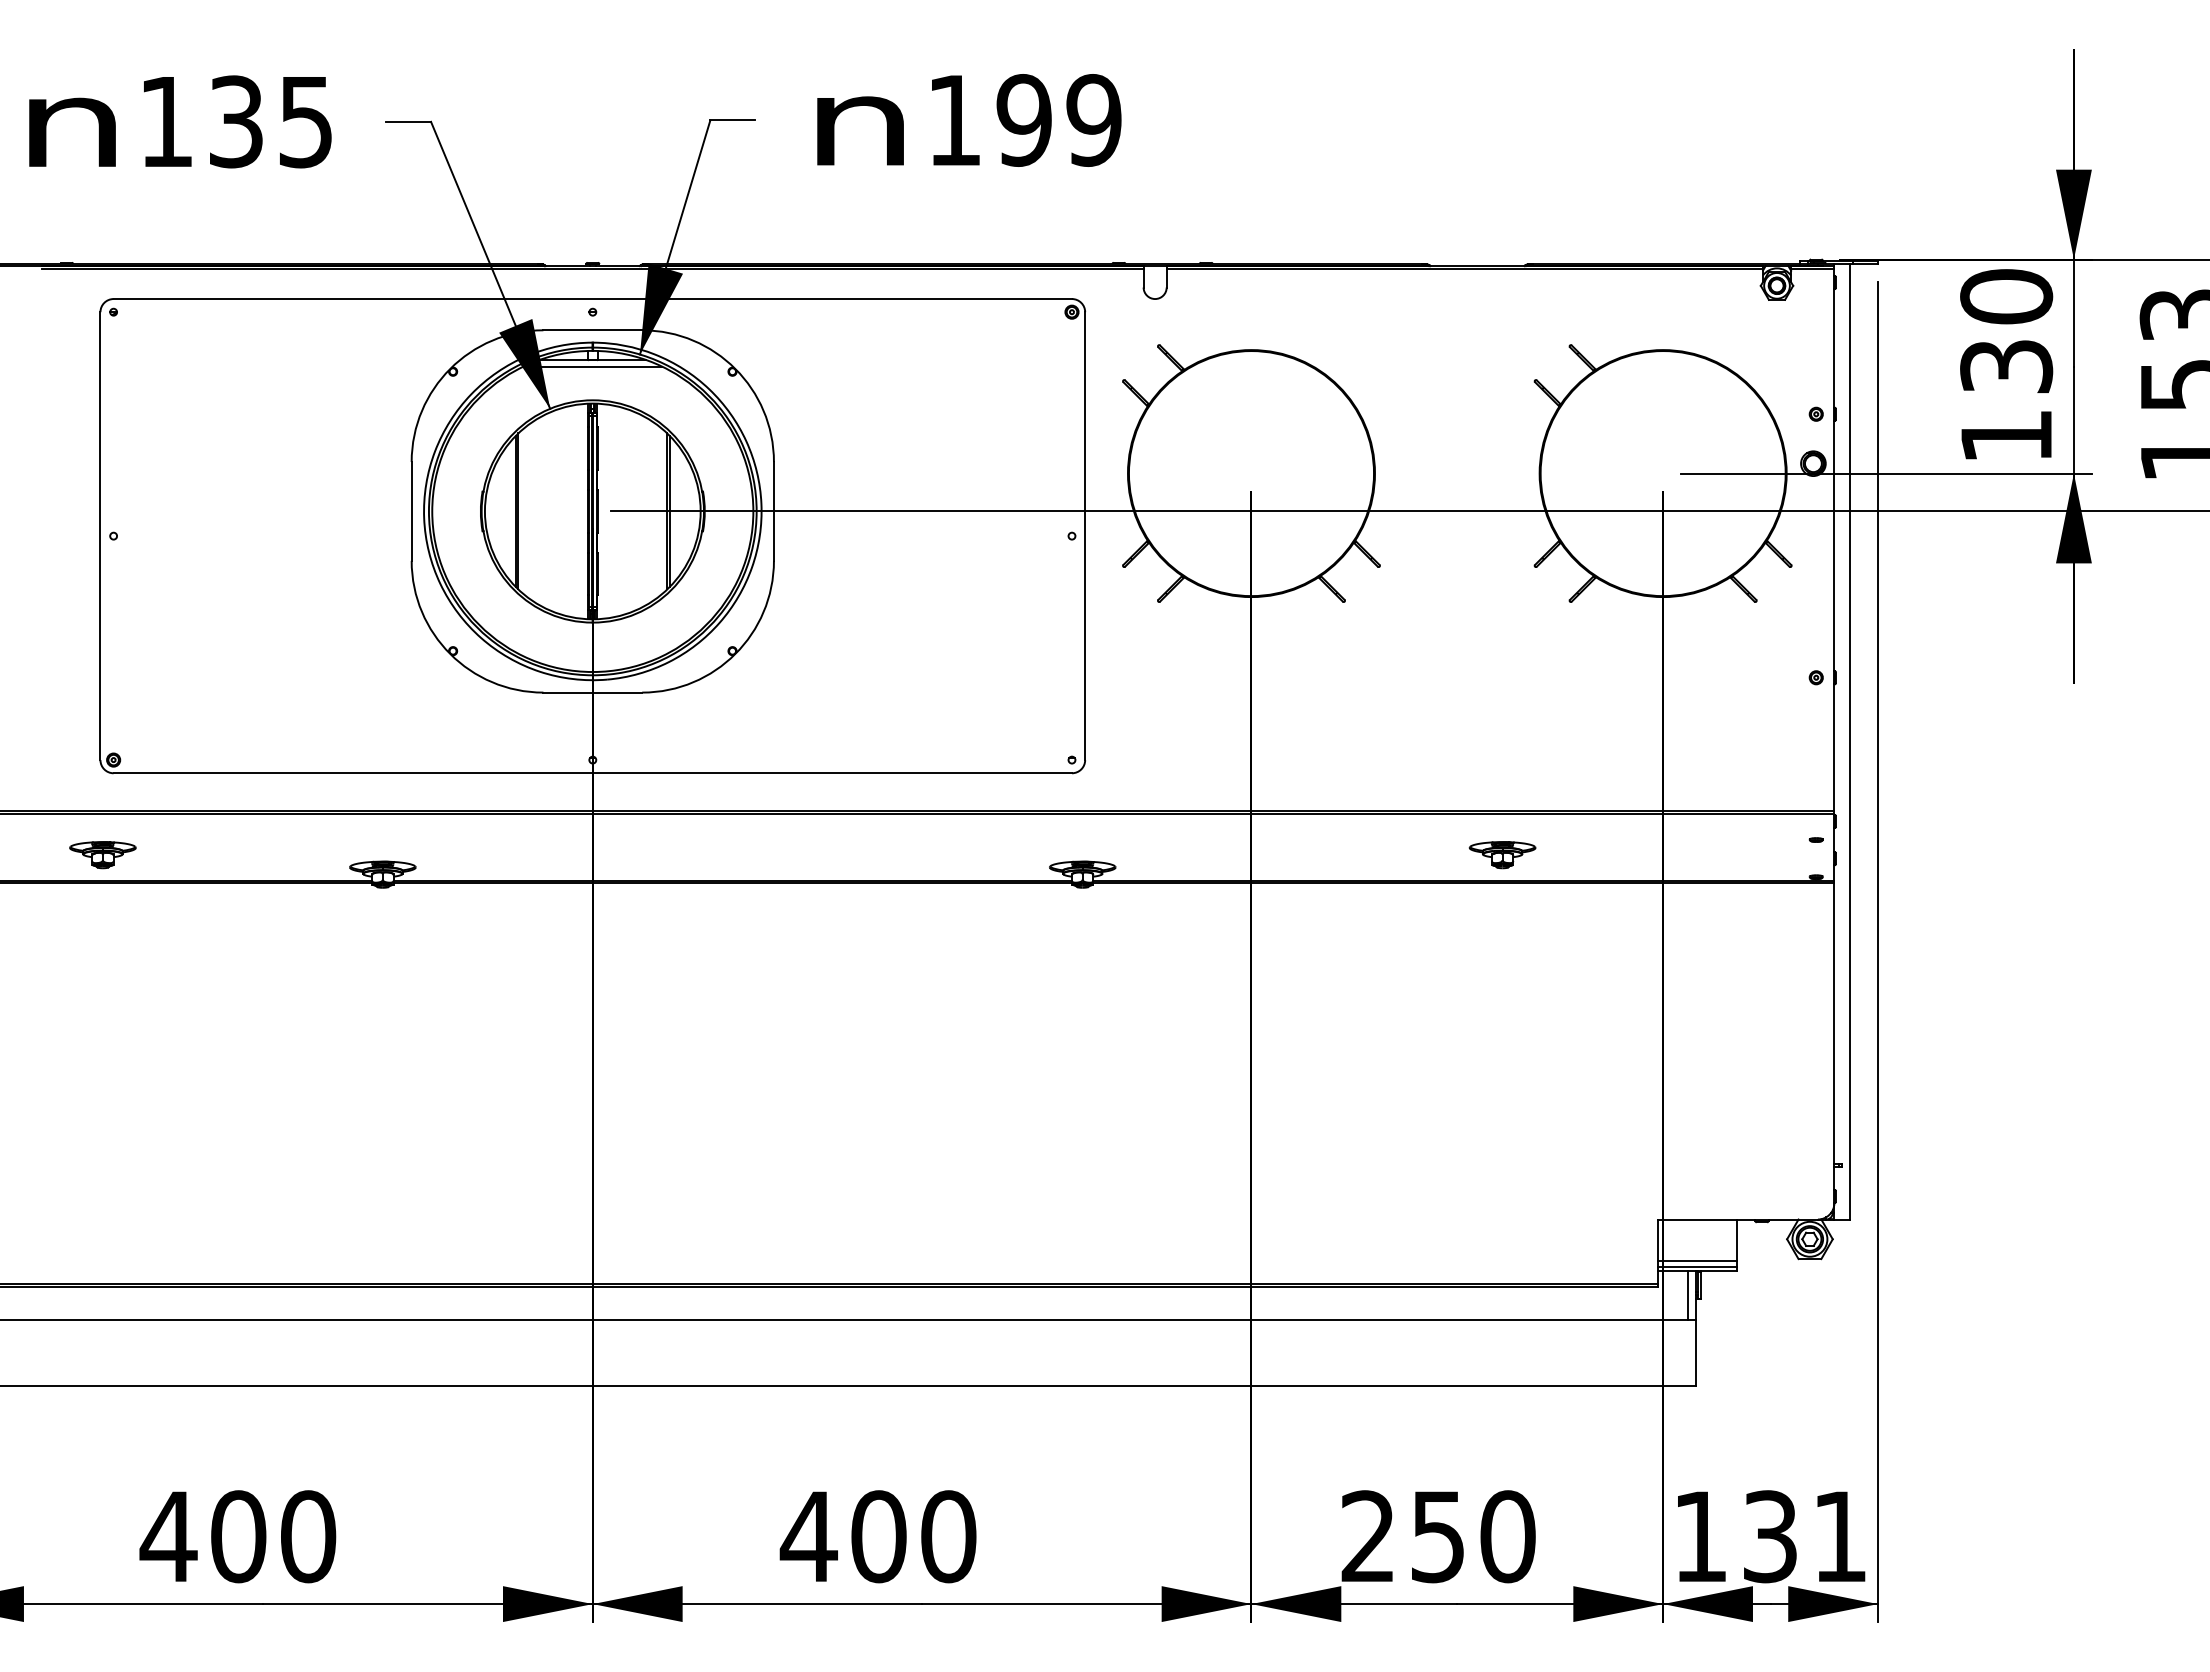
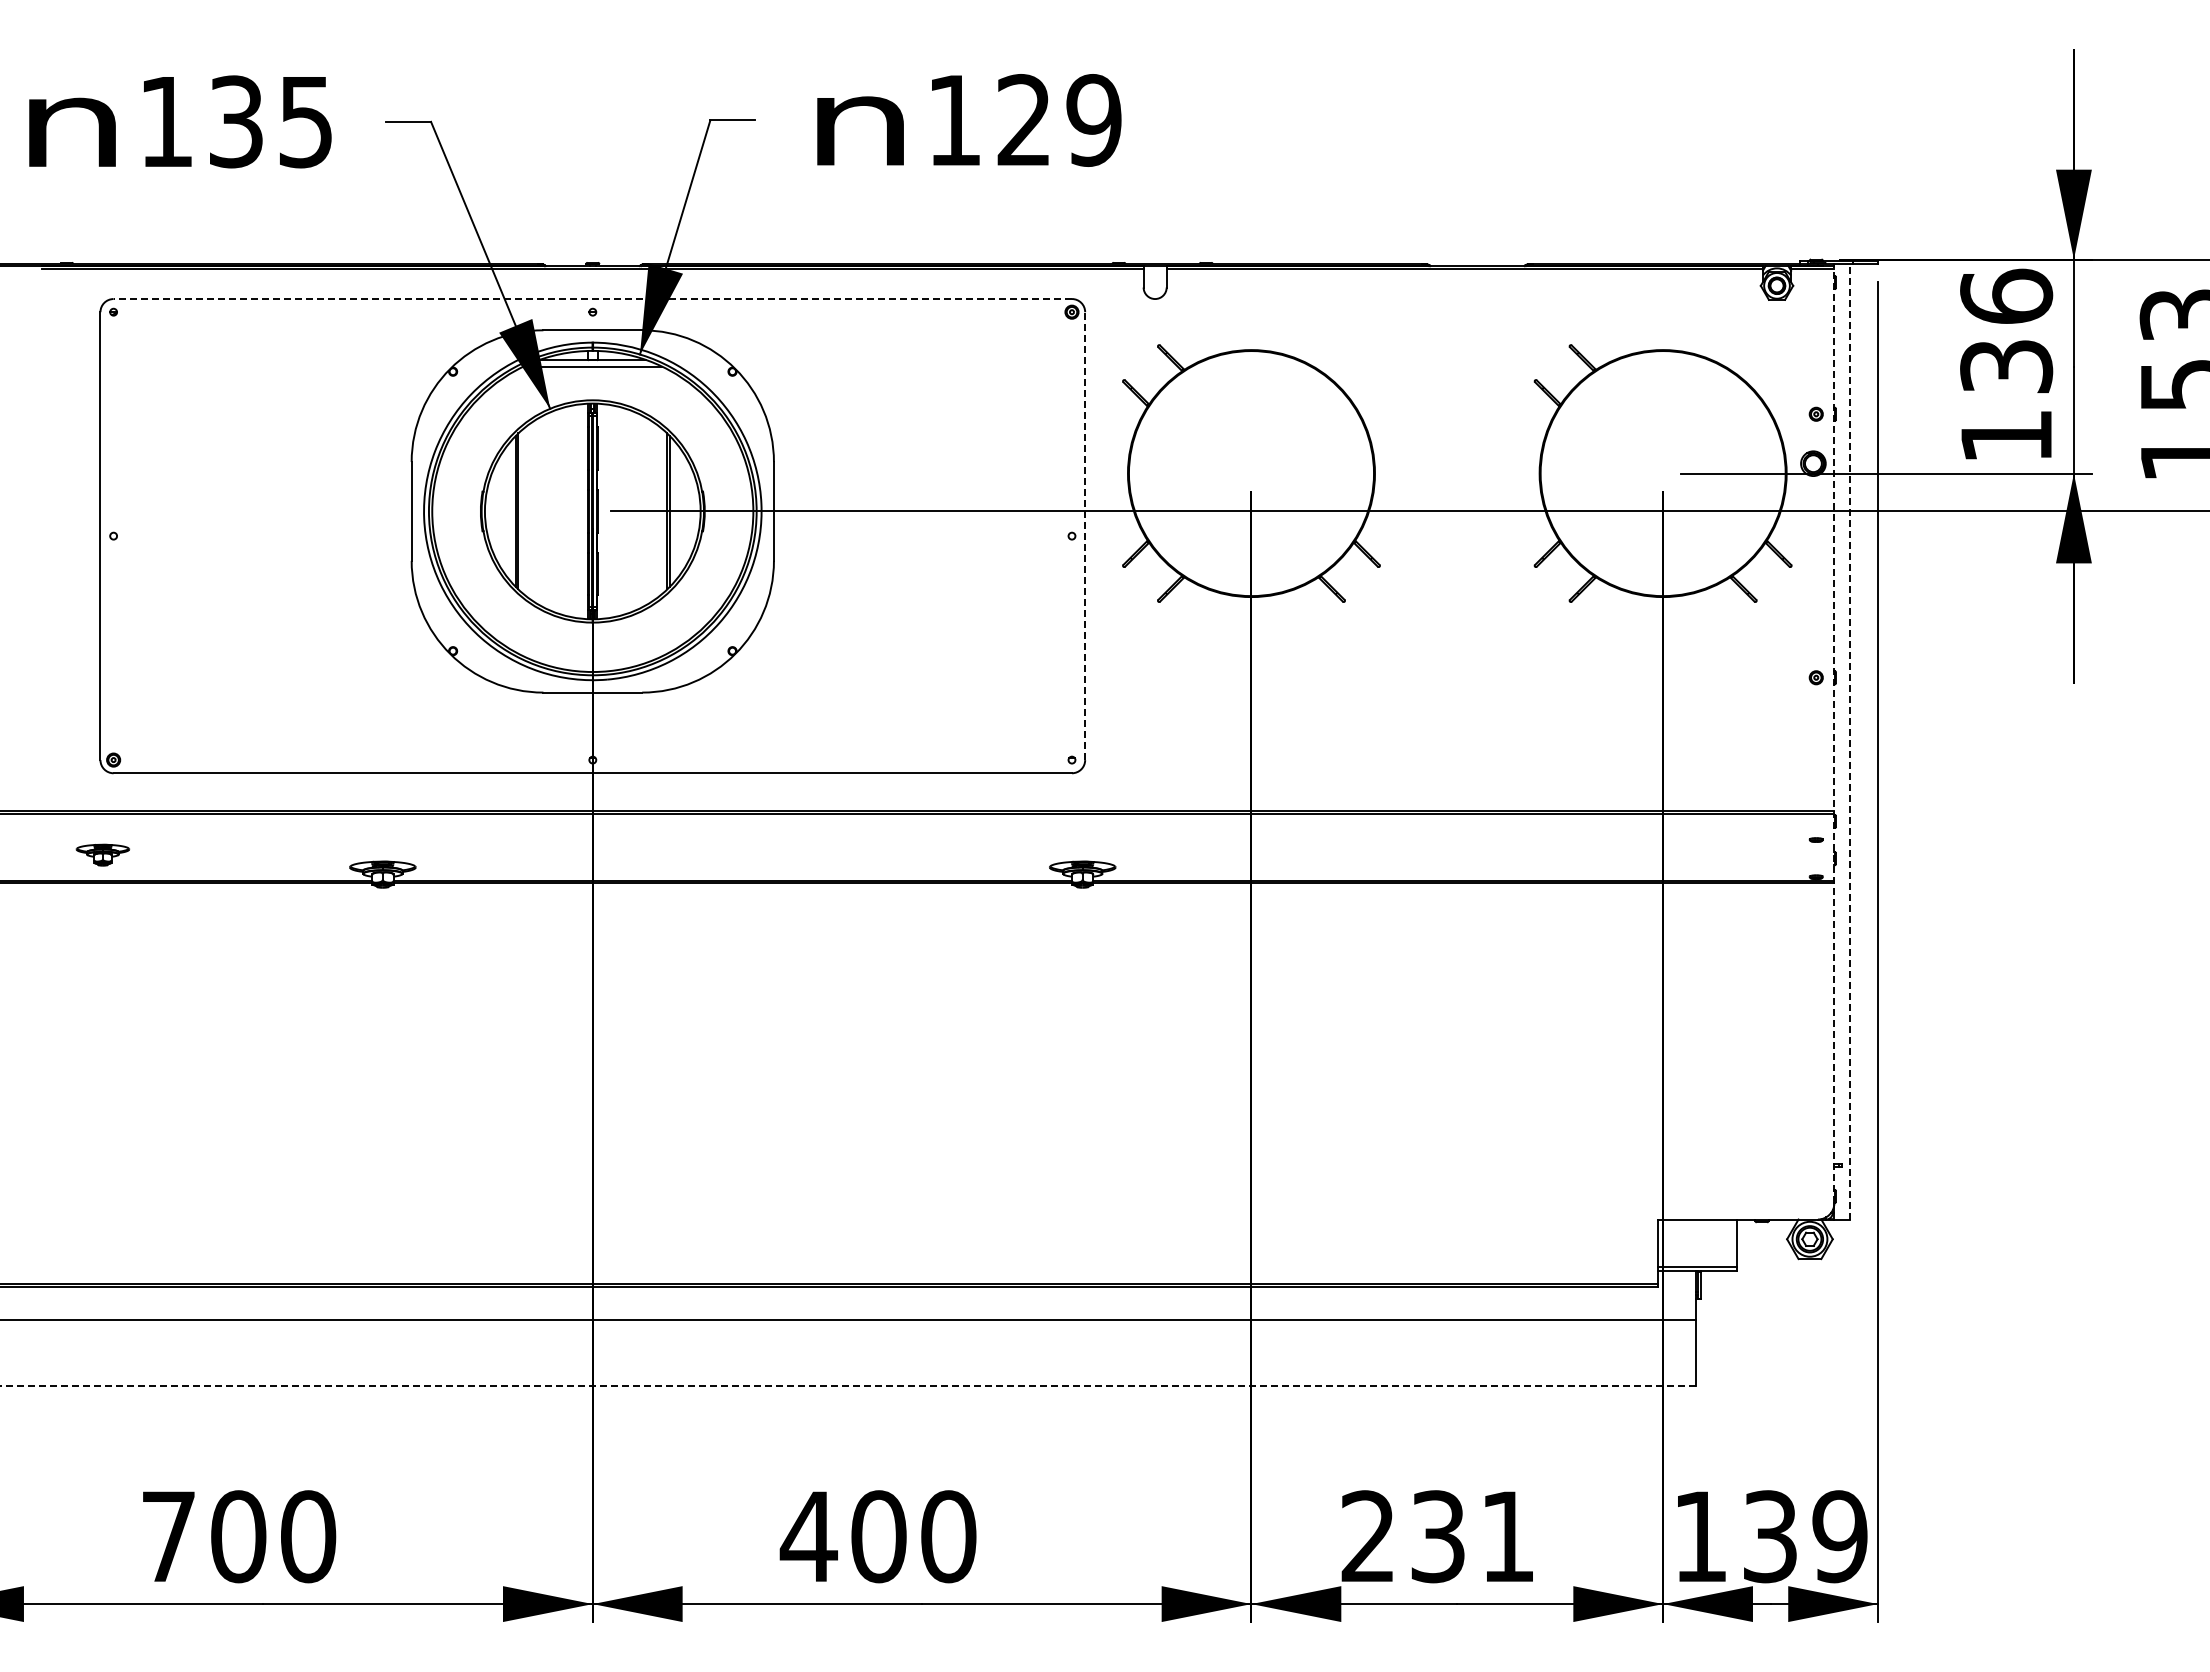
text at (1023, 120): 199 -> 129
text at (2006, 296): 130 -> 136
line at (592, 299): solid -> dashed
line at (1085, 536): solid -> dashed
line at (1834, 734): solid -> dashed
line at (1850, 741): solid -> dashed
part at (102, 855) size: 68x29 px -> 56x24 px
part at (1502, 855): present -> none
line at (1697, 1260): present -> none
line at (1687, 1294): present -> none
line at (848, 1385): solid -> dashed
text at (168, 1536): 400 -> 700
text at (1473, 1536): 250 -> 231
text at (1839, 1536): 131 -> 139
